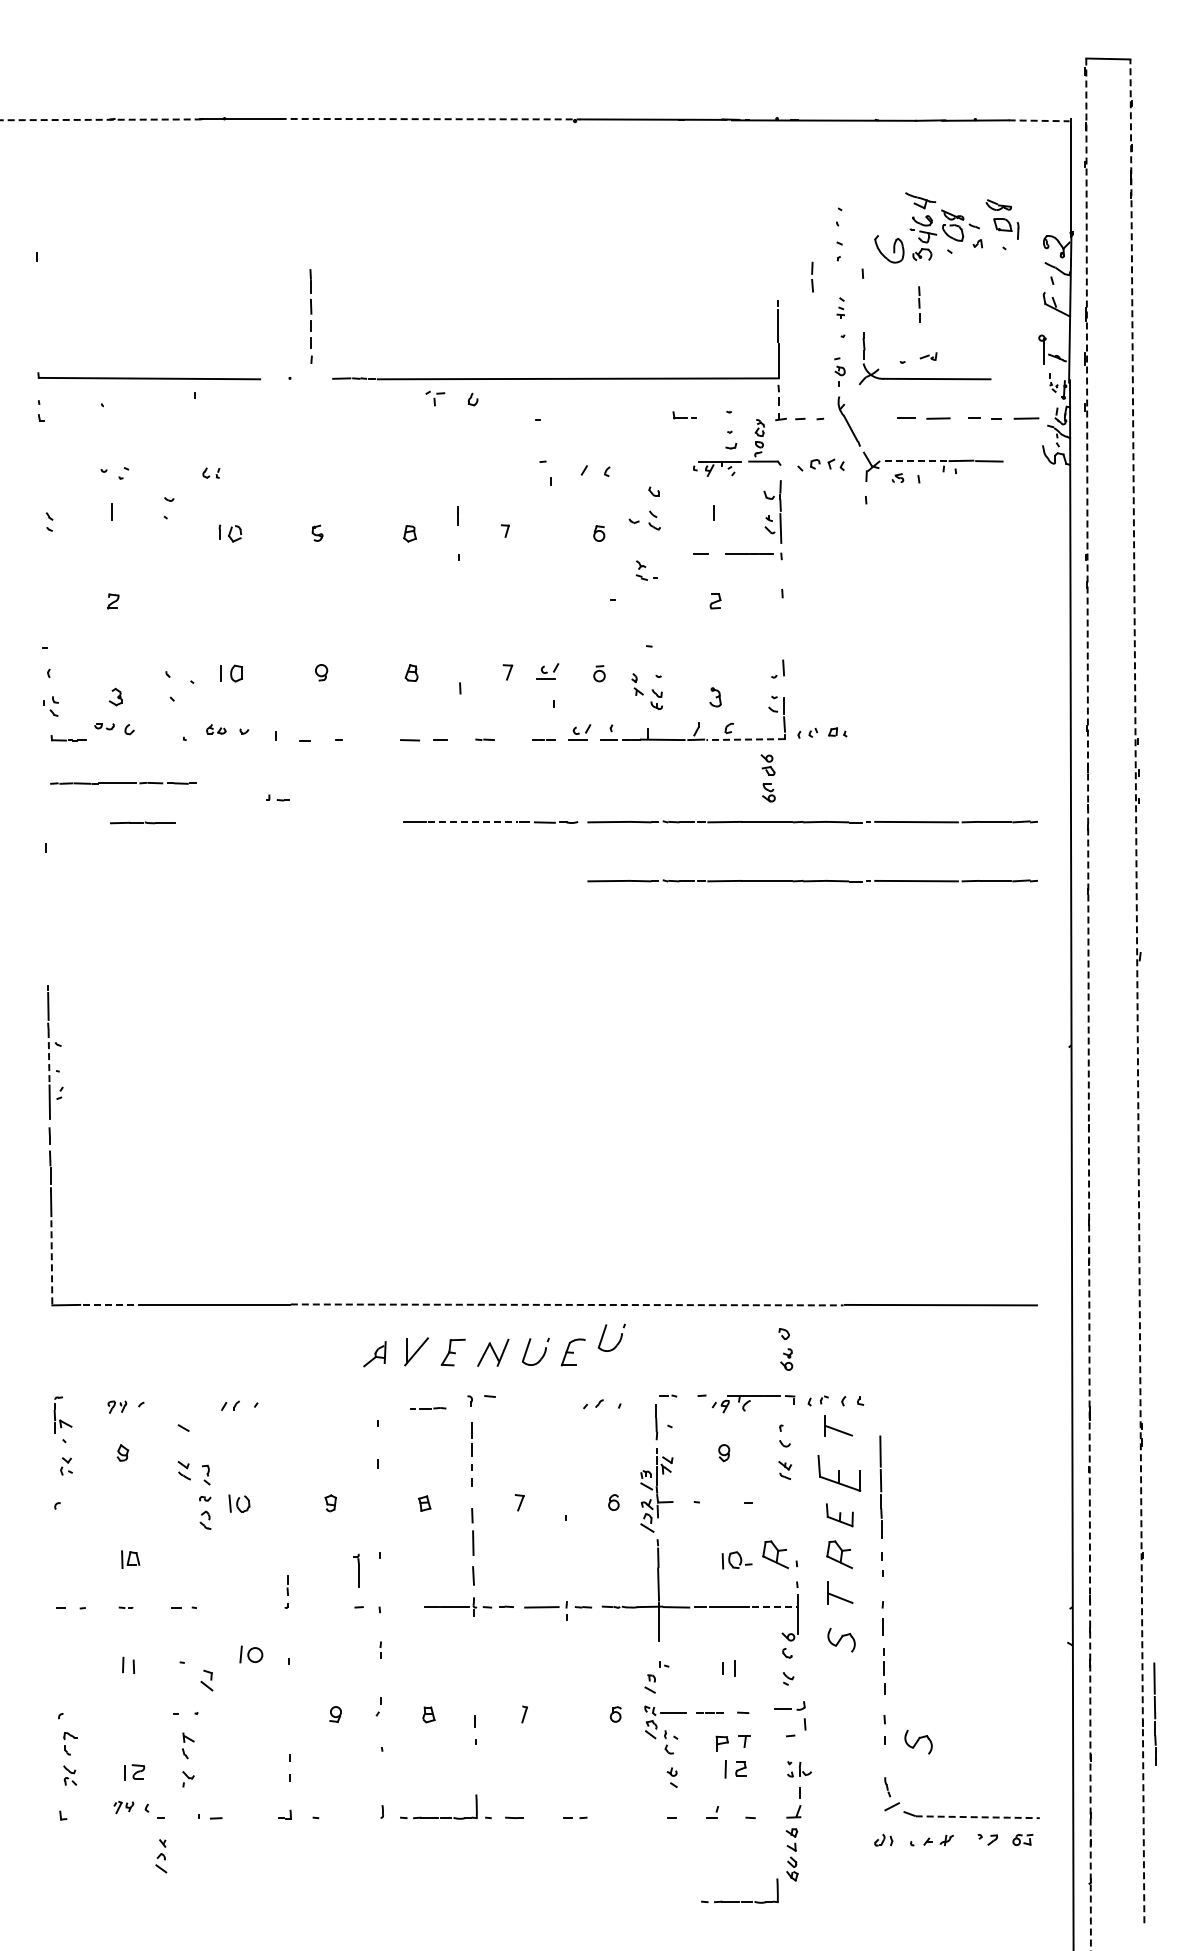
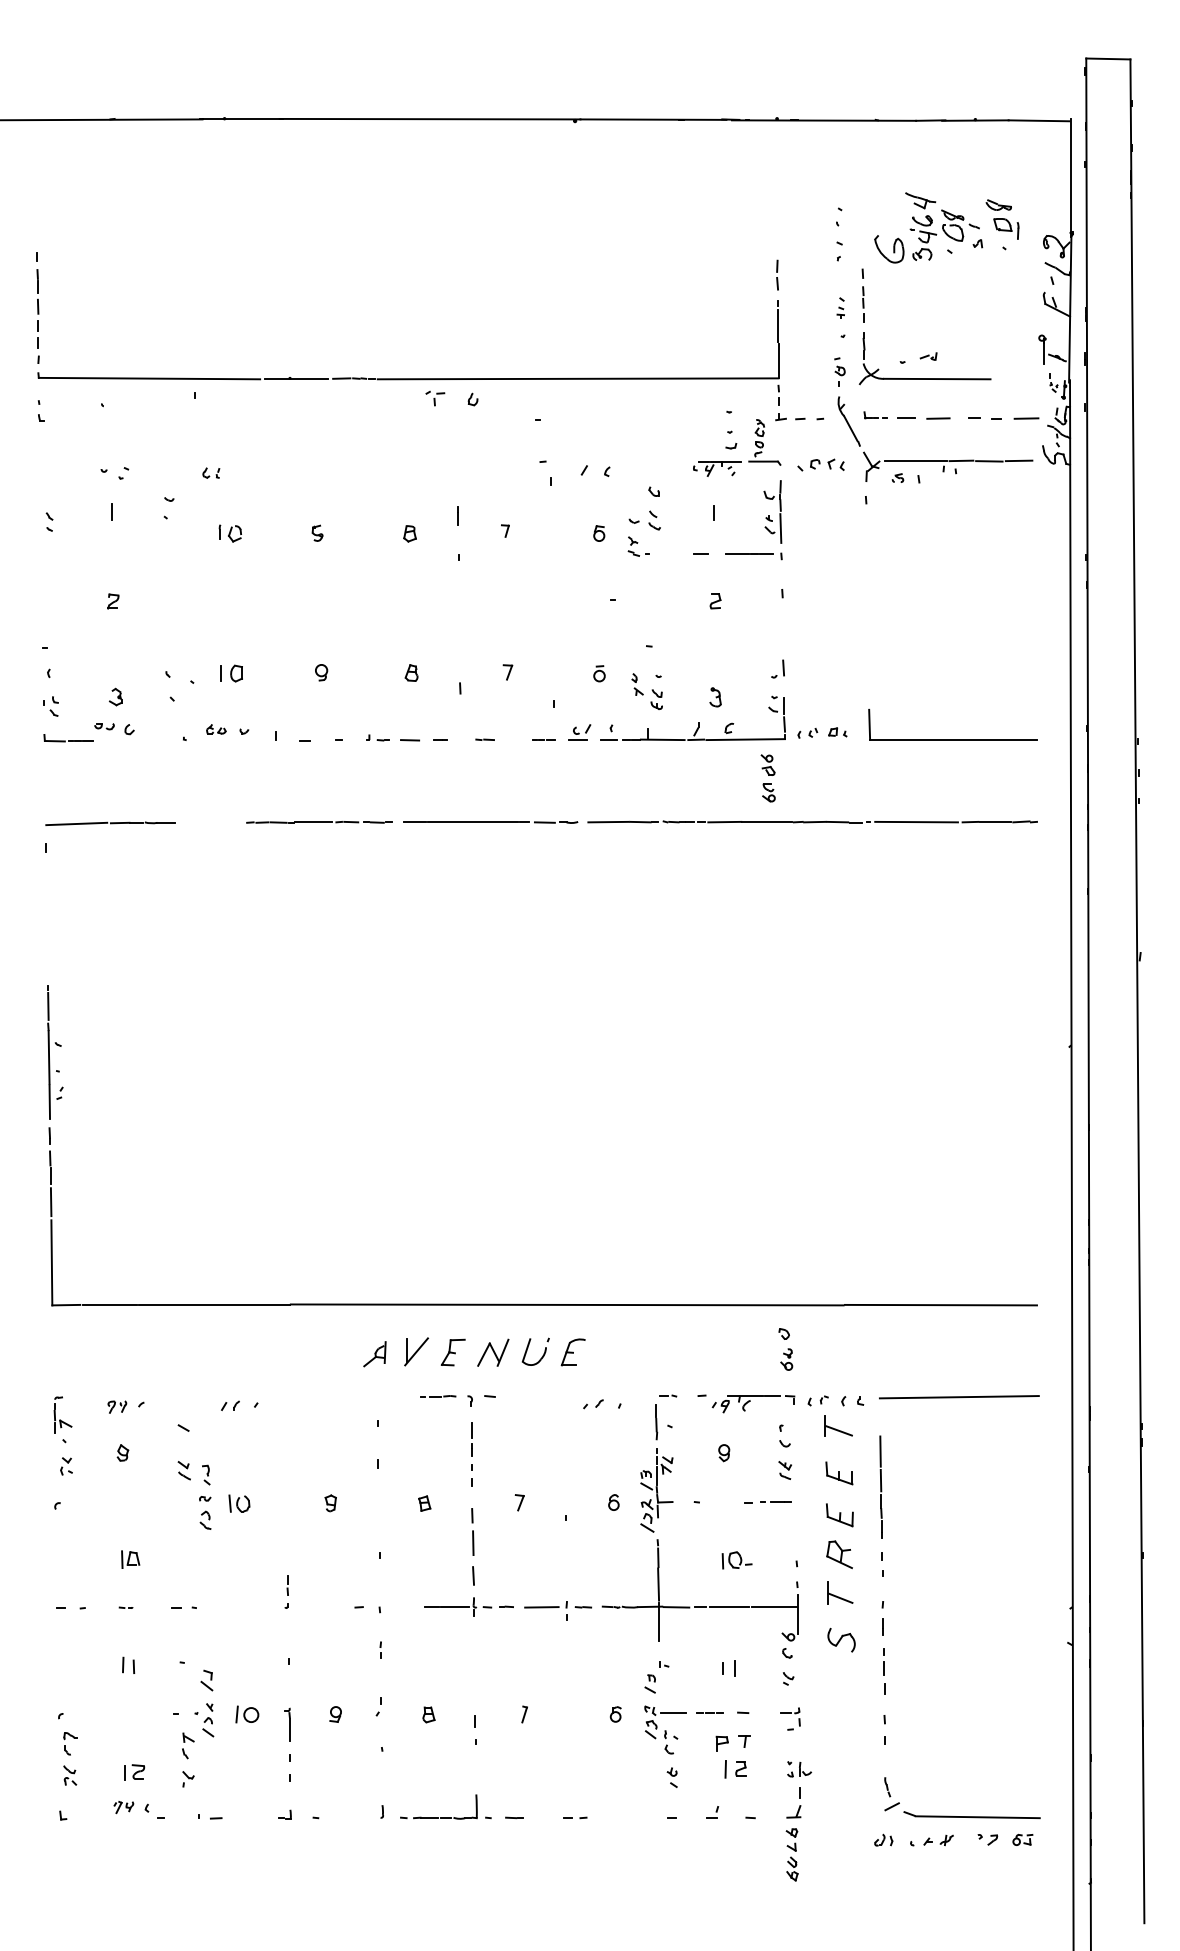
line at (101, 119): dashed -> solid
line at (430, 119): dashed -> solid
line at (1039, 120): dashed -> solid
line at (812, 274) position: (812, 274) -> (777, 272)
line at (919, 304) position: (919, 304) -> (863, 304)
part at (310, 316) position: (310, 316) -> (37, 316)
line at (296, 378): none -> present
part at (684, 415) position: (684, 415) -> (875, 415)
line at (1018, 460): none -> present
line at (915, 461): dashed -> solid
part at (646, 570) position: (646, 570) -> (638, 546)
part at (547, 671): present -> none
part at (68, 738) size: 37x7 px -> 51x9 px
line at (745, 739): dashed -> solid
part at (952, 739): none -> present
line at (123, 783) position: (123, 783) -> (319, 822)
part at (277, 797) position: (277, 797) -> (377, 737)
line at (473, 822): dashed -> solid
line at (76, 823): none -> present
part at (812, 880): present -> none
line at (1137, 991): dashed -> solid
line at (1088, 1004): dashed -> solid
line at (49, 1057): dashed -> solid
line at (51, 1262): dashed -> solid
line at (110, 1304): dashed -> solid
line at (567, 1304): dashed -> solid
part at (604, 1334): present -> none
line at (958, 1397): none -> present
line at (428, 1408) position: (428, 1408) -> (438, 1396)
part at (839, 1473) size: 45x37 px -> 29x25 px
line at (775, 1501): none -> present
part at (775, 1554): present -> none
part at (356, 1570) position: (356, 1570) -> (287, 1724)
line at (774, 1607): dashed -> solid
part at (251, 1654) position: (251, 1654) -> (247, 1714)
line at (1154, 1713): present -> none
part at (790, 1719) size: 33x37 px -> 21x24 px
part at (918, 1741): present -> none
line at (978, 1817): dashed -> solid
part at (161, 1856) position: (161, 1856) -> (208, 1720)
part at (739, 1901): present -> none
